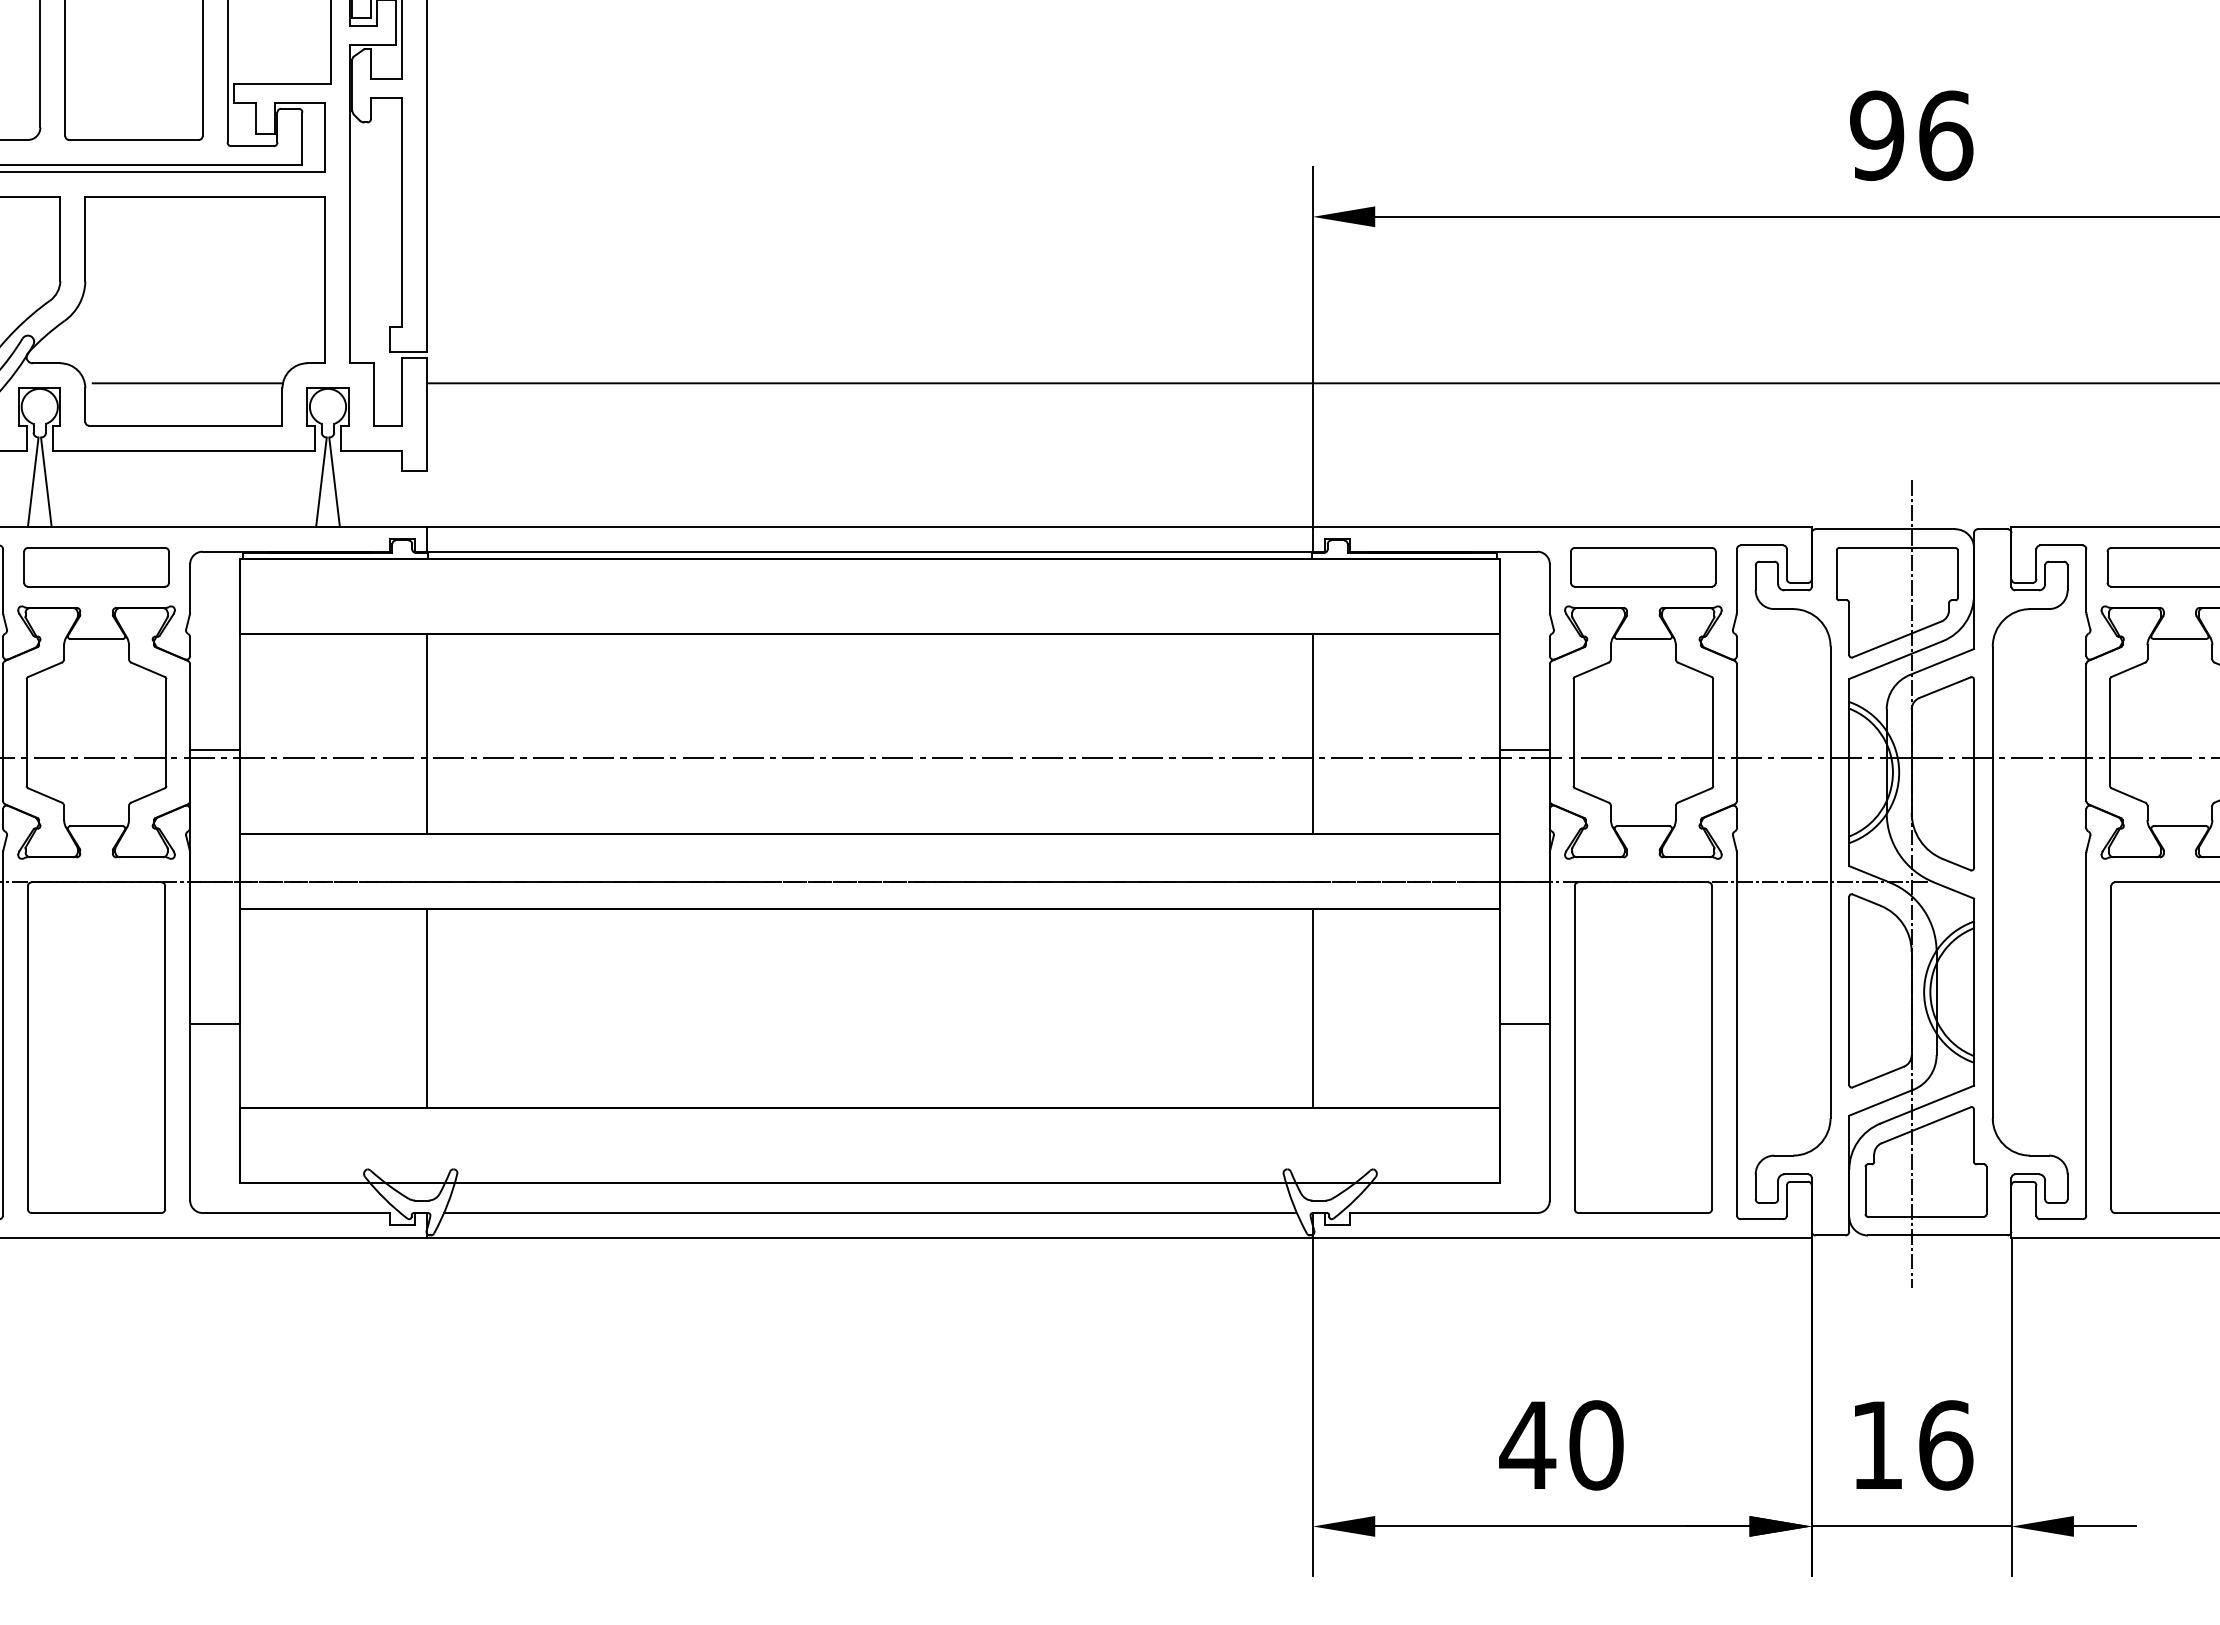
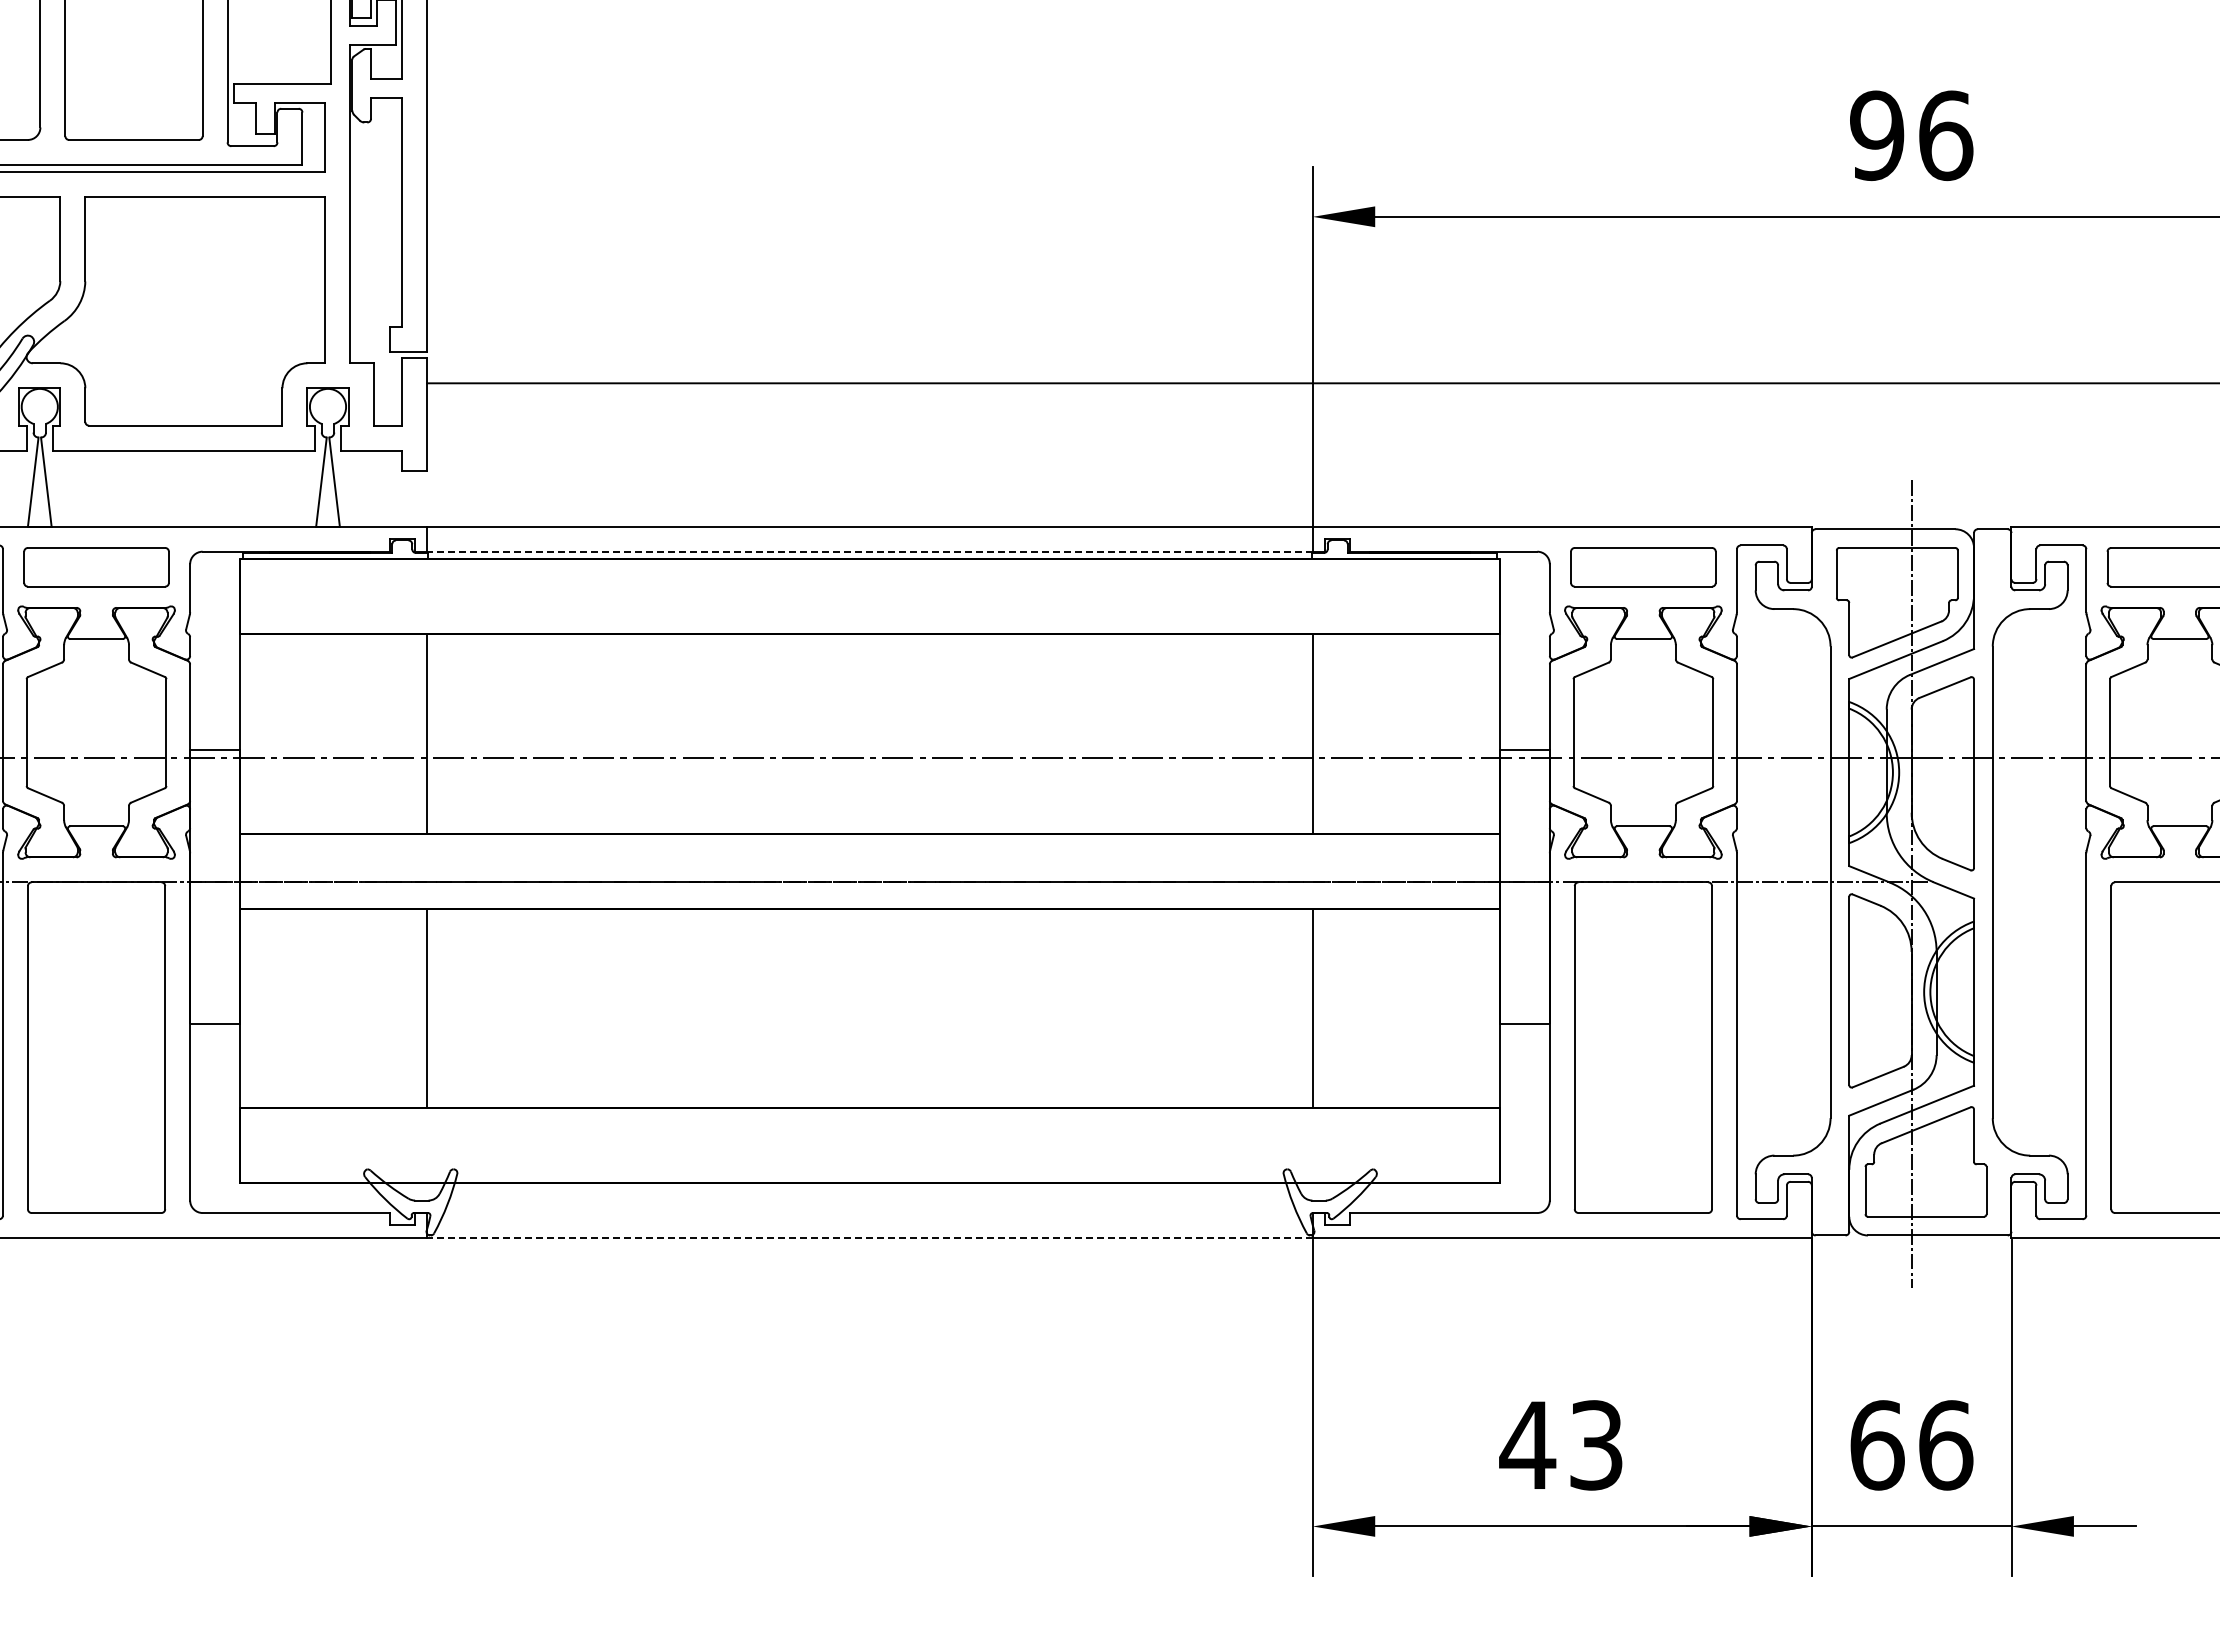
line at (187, 383): present -> none
line at (869, 551): solid -> dashed
line at (869, 1213): present -> none
line at (869, 1237): solid -> dashed
text at (1596, 1445): 40 -> 43
text at (1877, 1445): 16 -> 66
